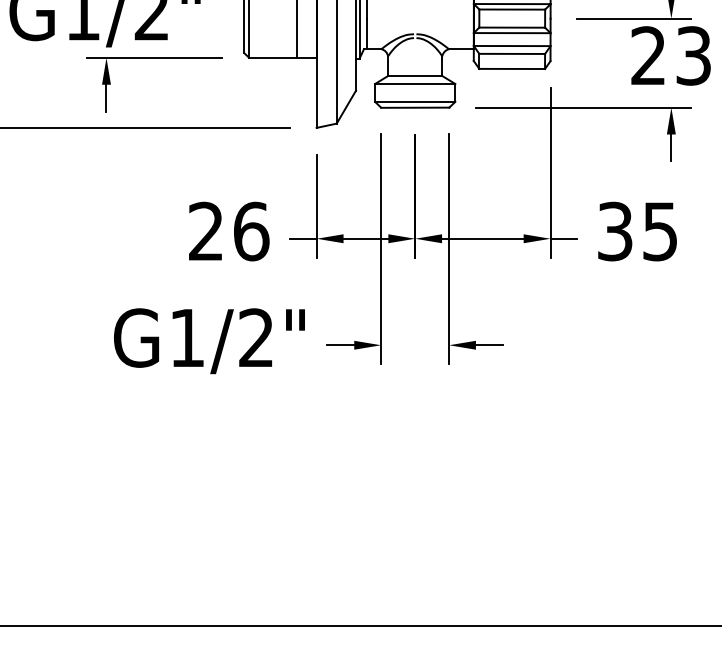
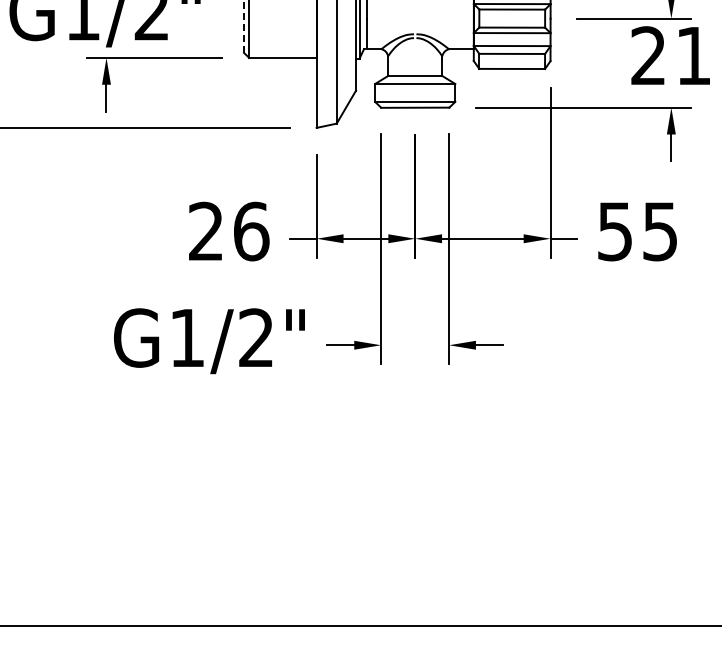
line at (244, 26): solid -> dashed
line at (297, 29): present -> none
text at (693, 55): 23 -> 21
text at (615, 230): 35 -> 55
